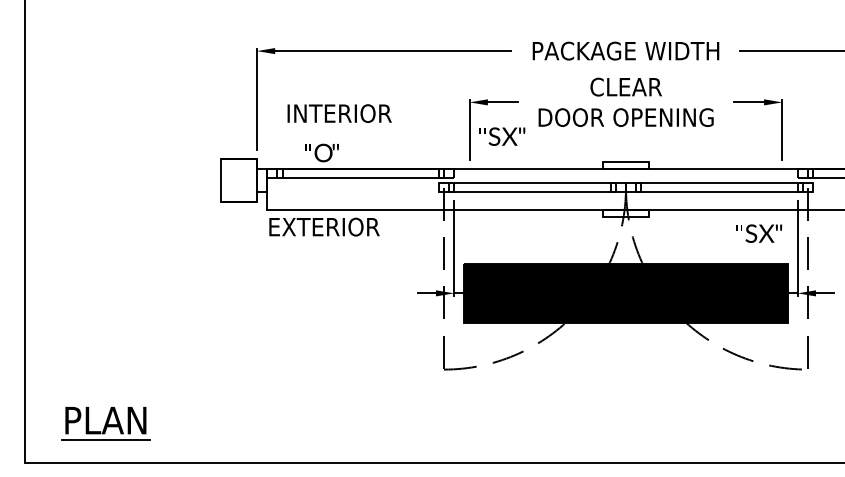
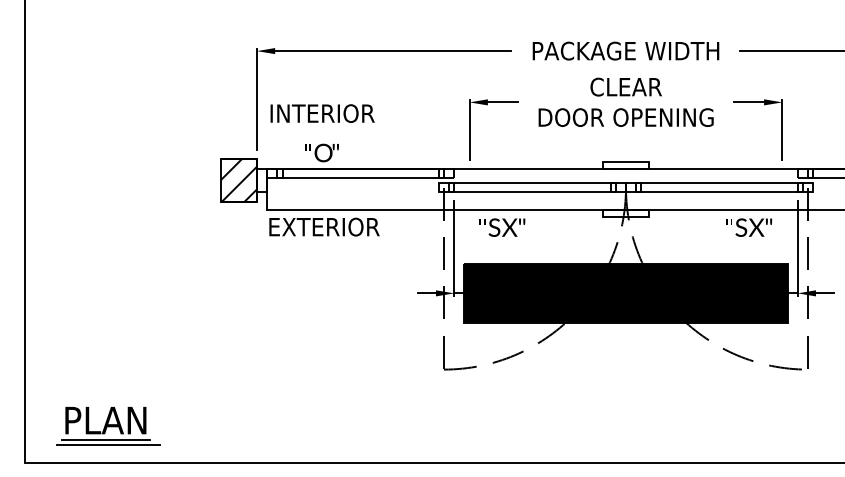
text at (339, 113) position: (339, 113) -> (322, 113)
text at (502, 136) position: (502, 136) -> (502, 227)
hatch at (238, 180): none -> present
text at (759, 233) position: (759, 233) -> (749, 227)
line at (108, 445): none -> present
